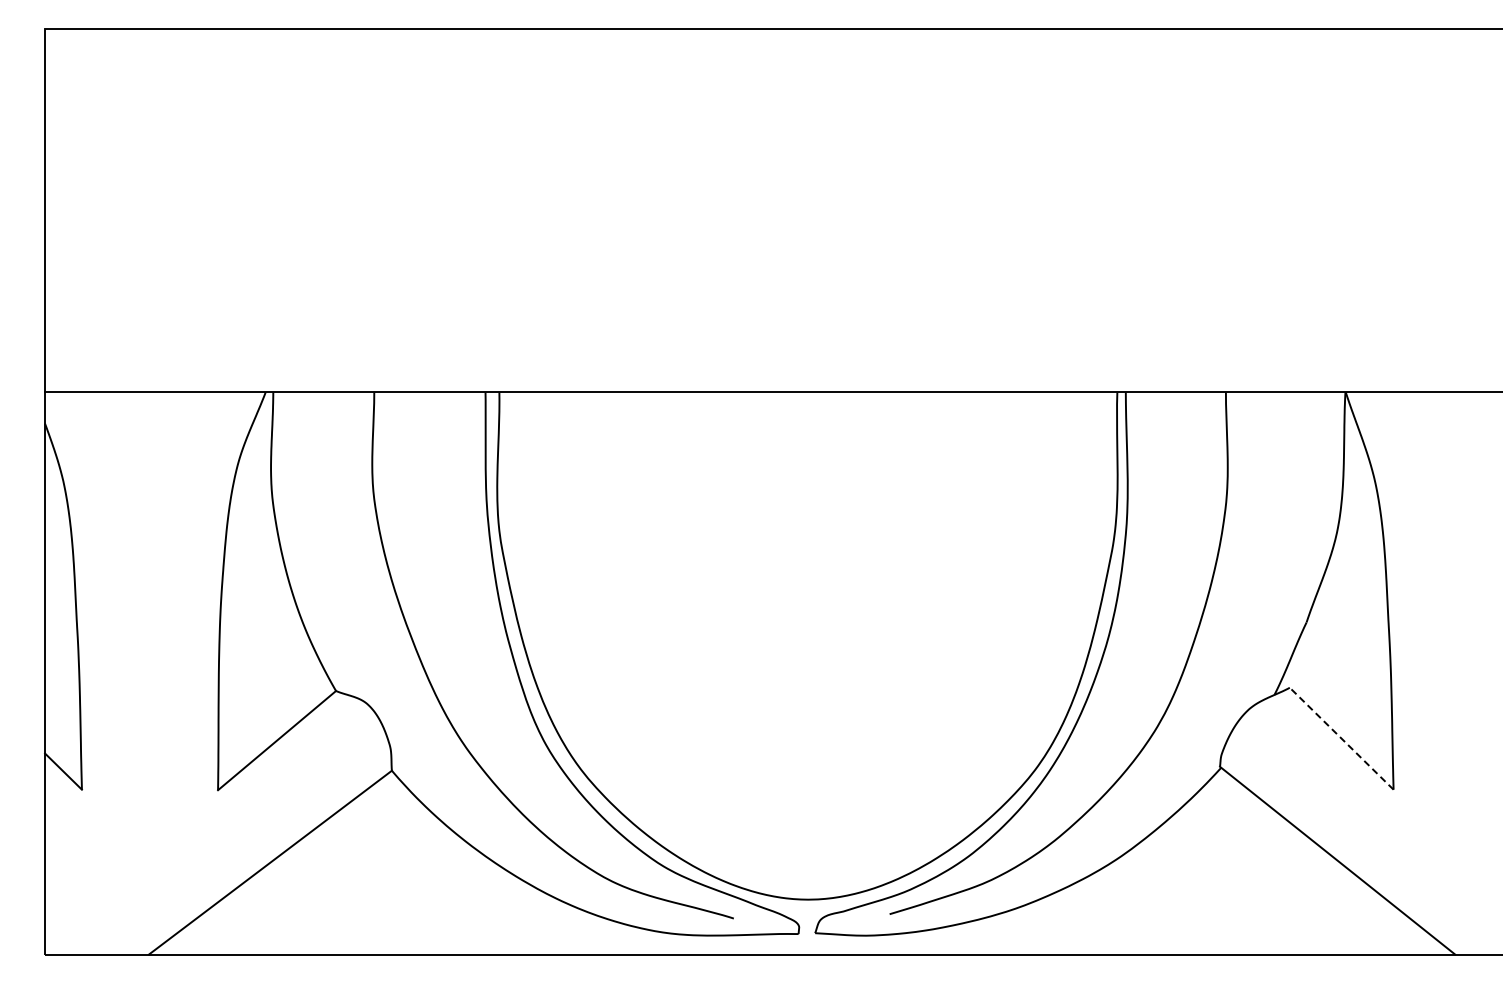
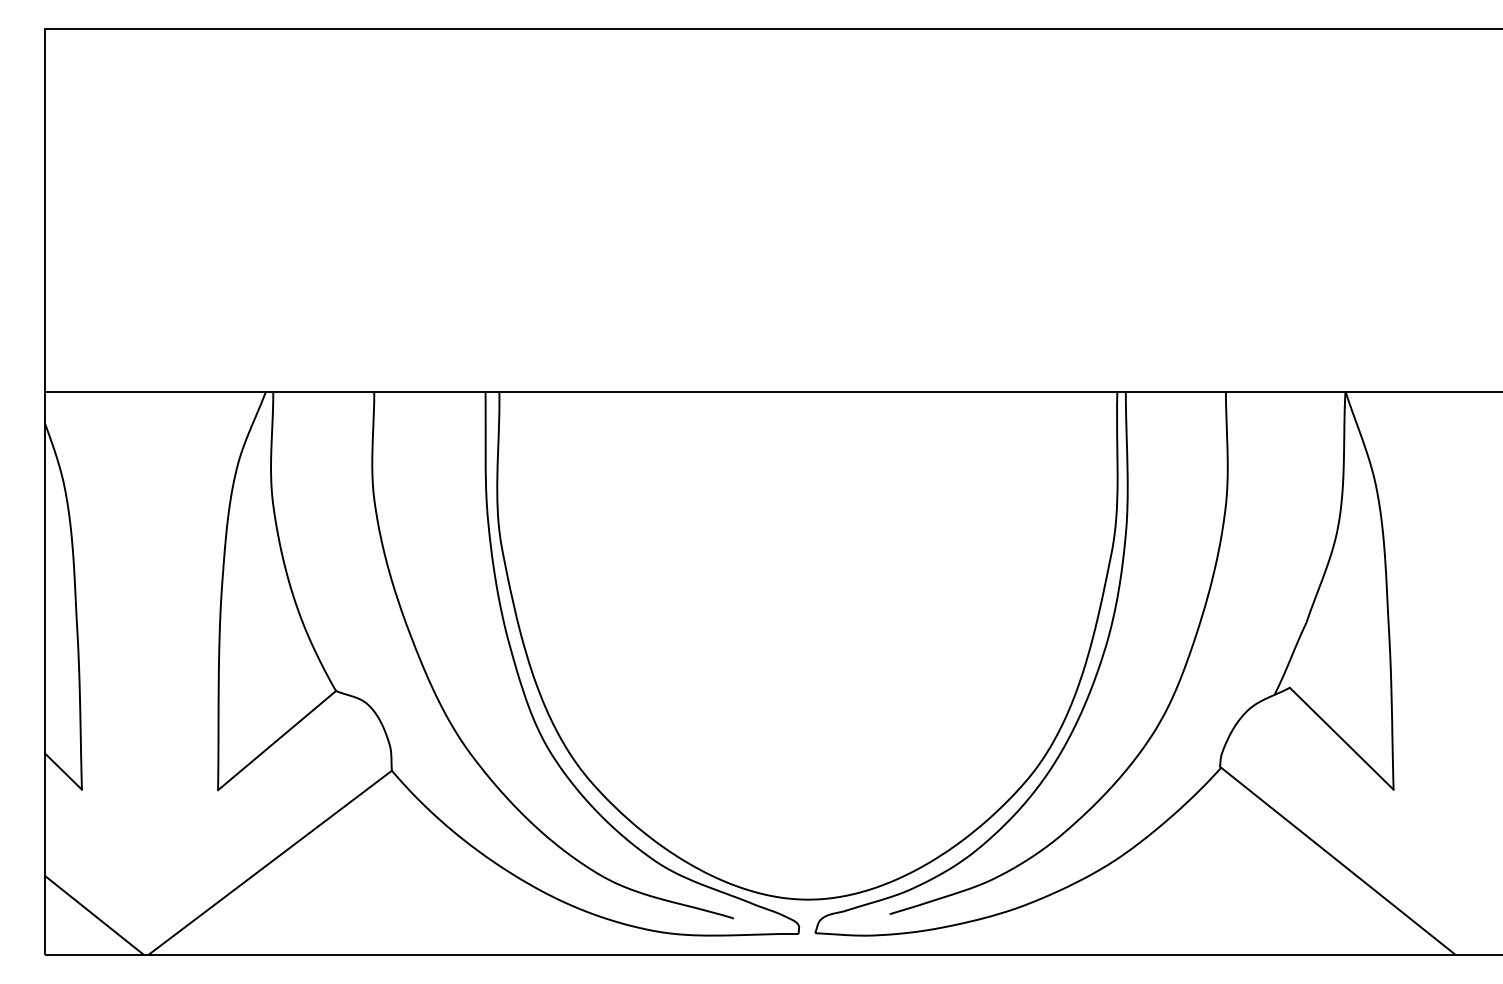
line at (1341, 738): dashed -> solid
line at (94, 914): none -> present
